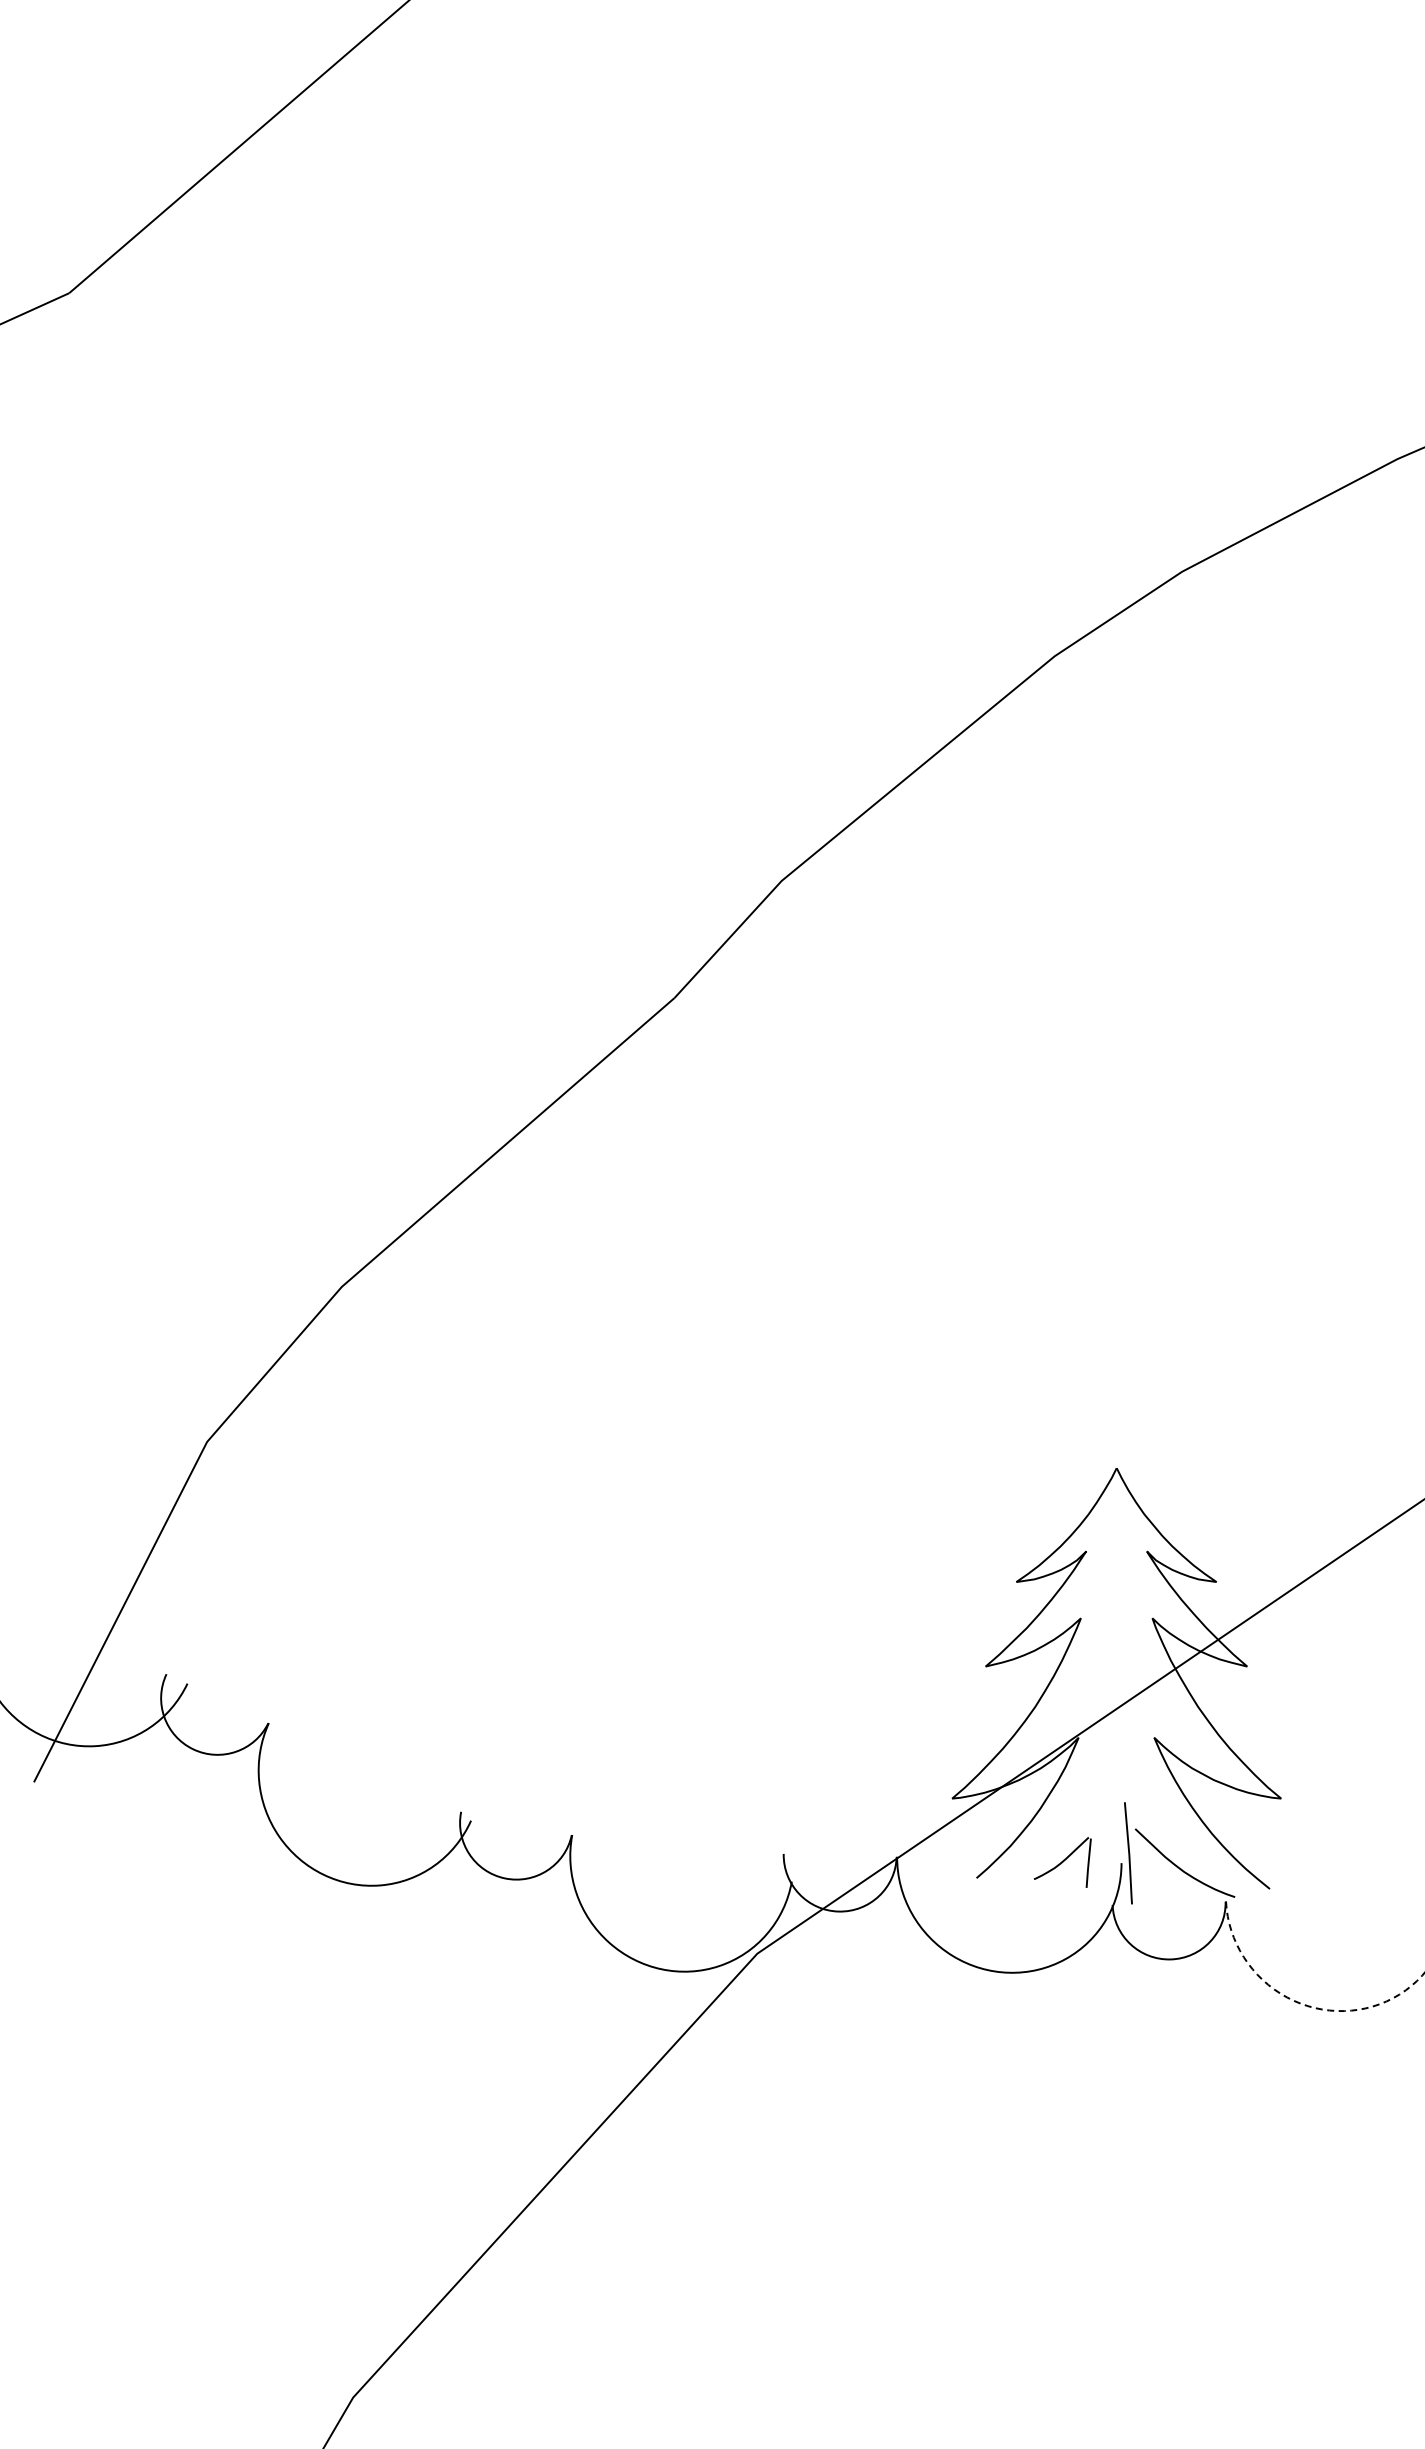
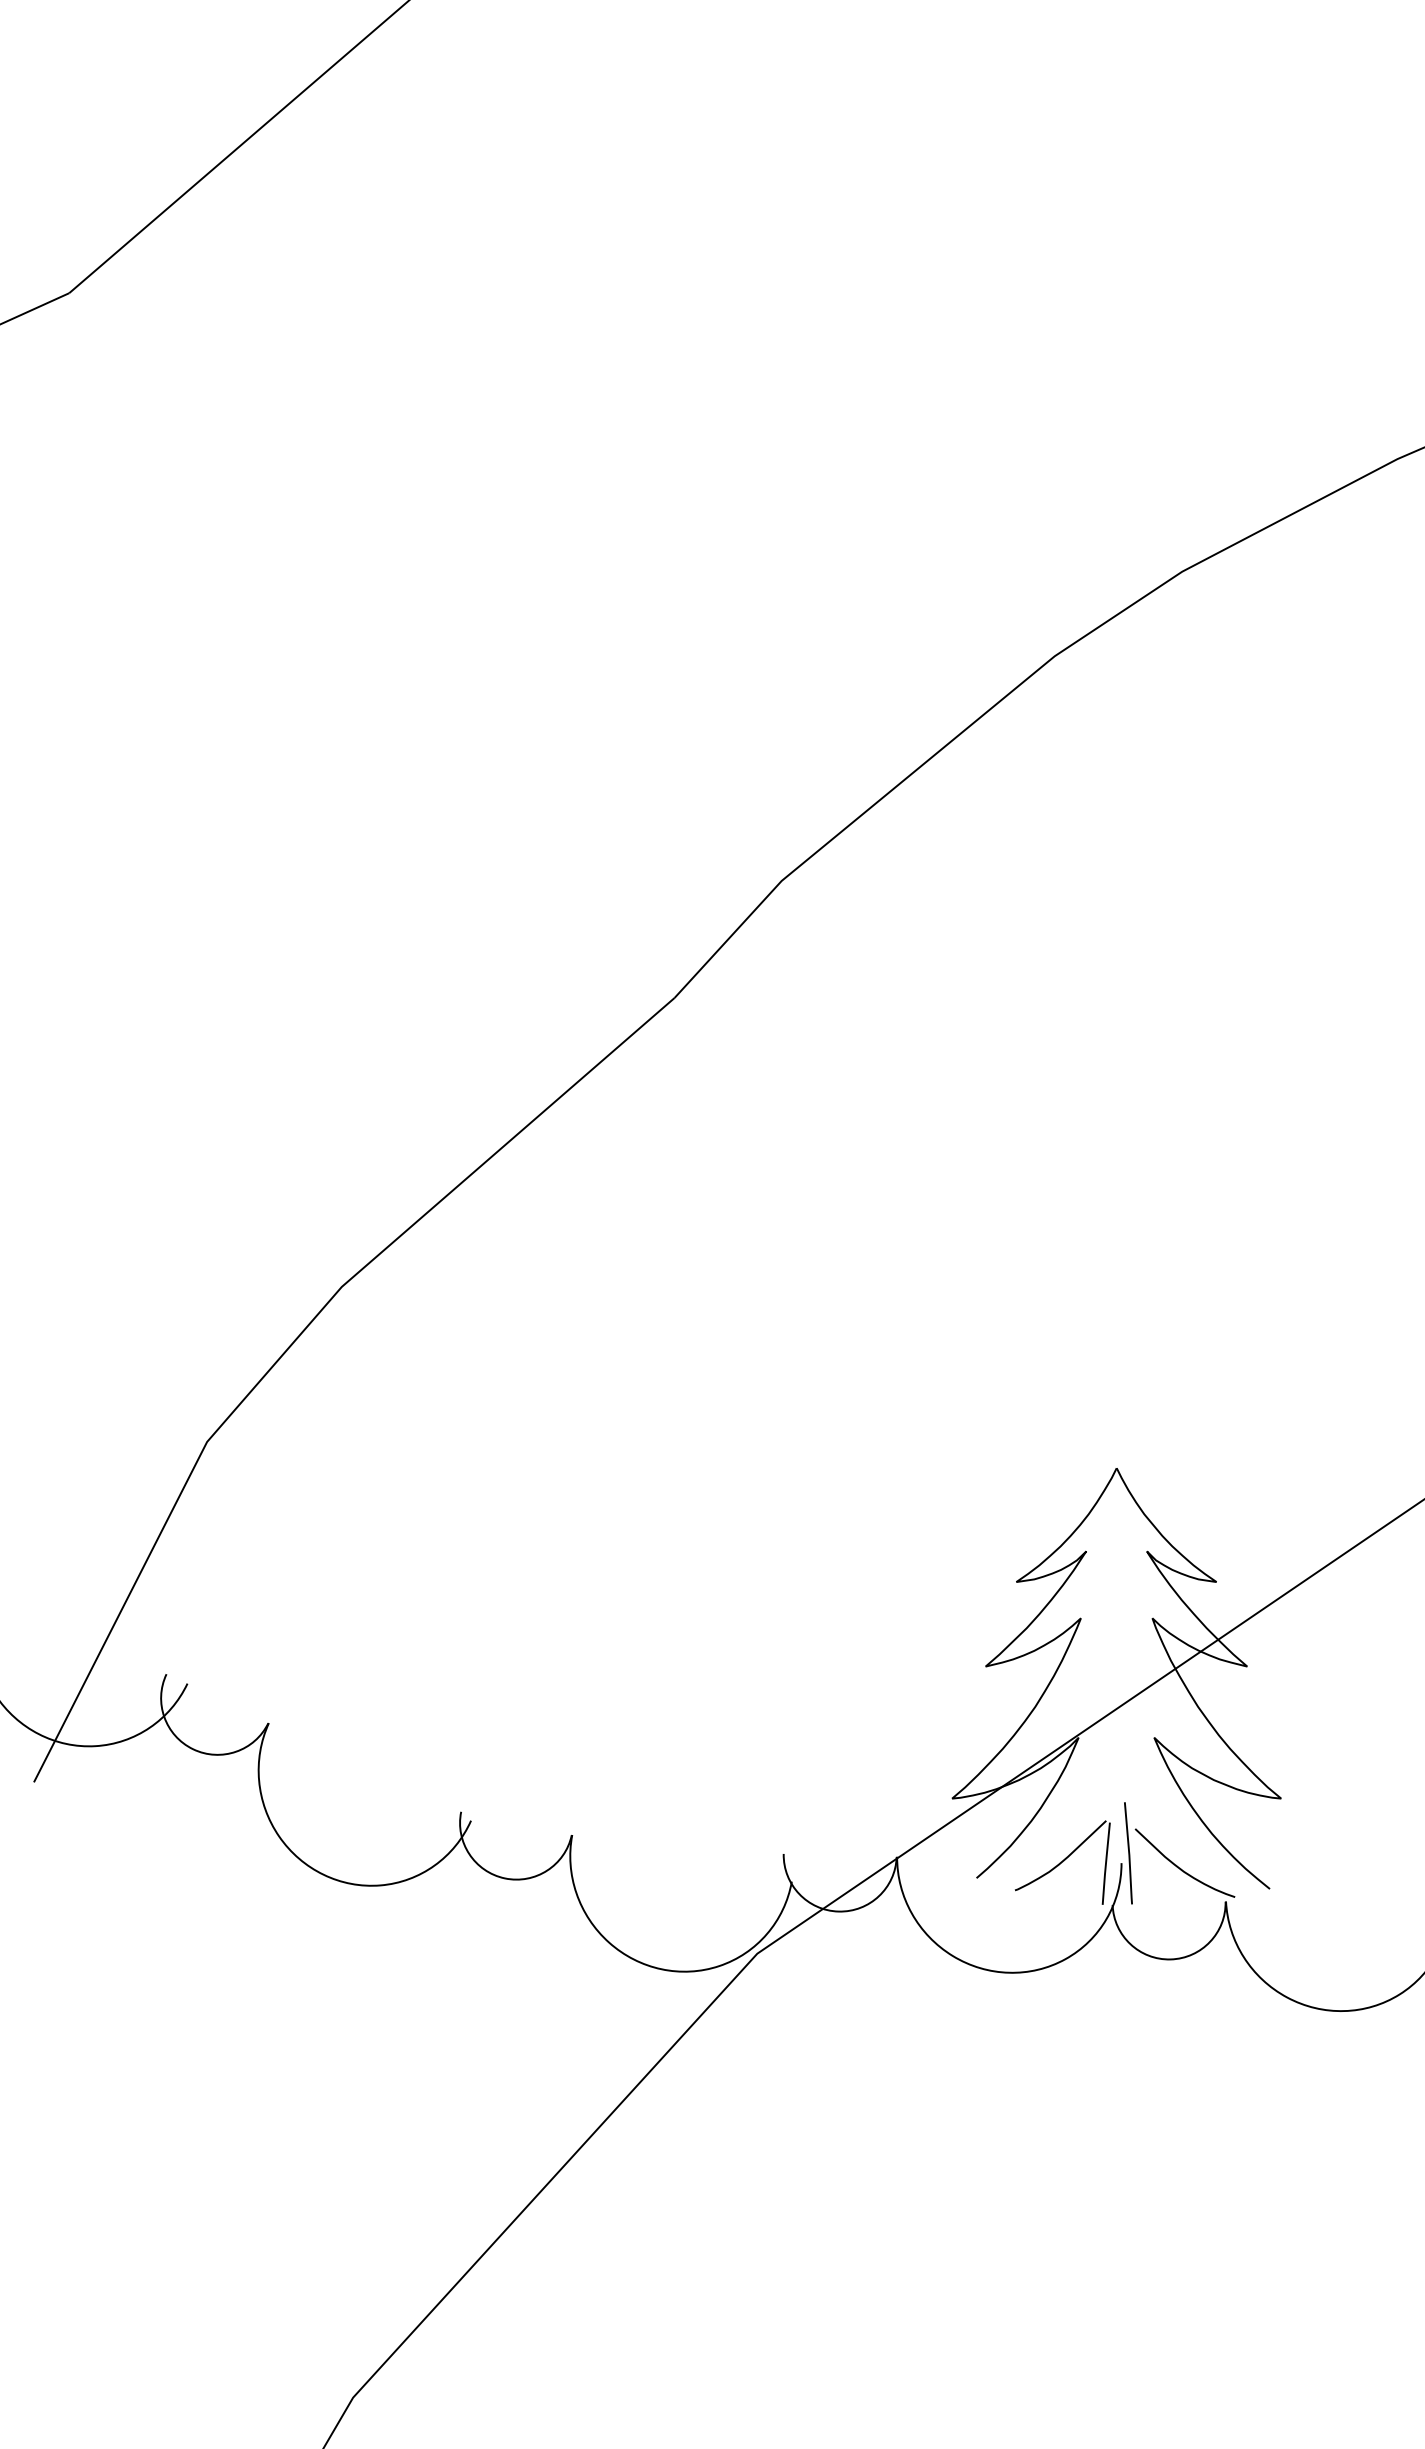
part at (1062, 1862) size: 59x51 px -> 97x85 px
arc at (1302, 2004): dashed -> solid
